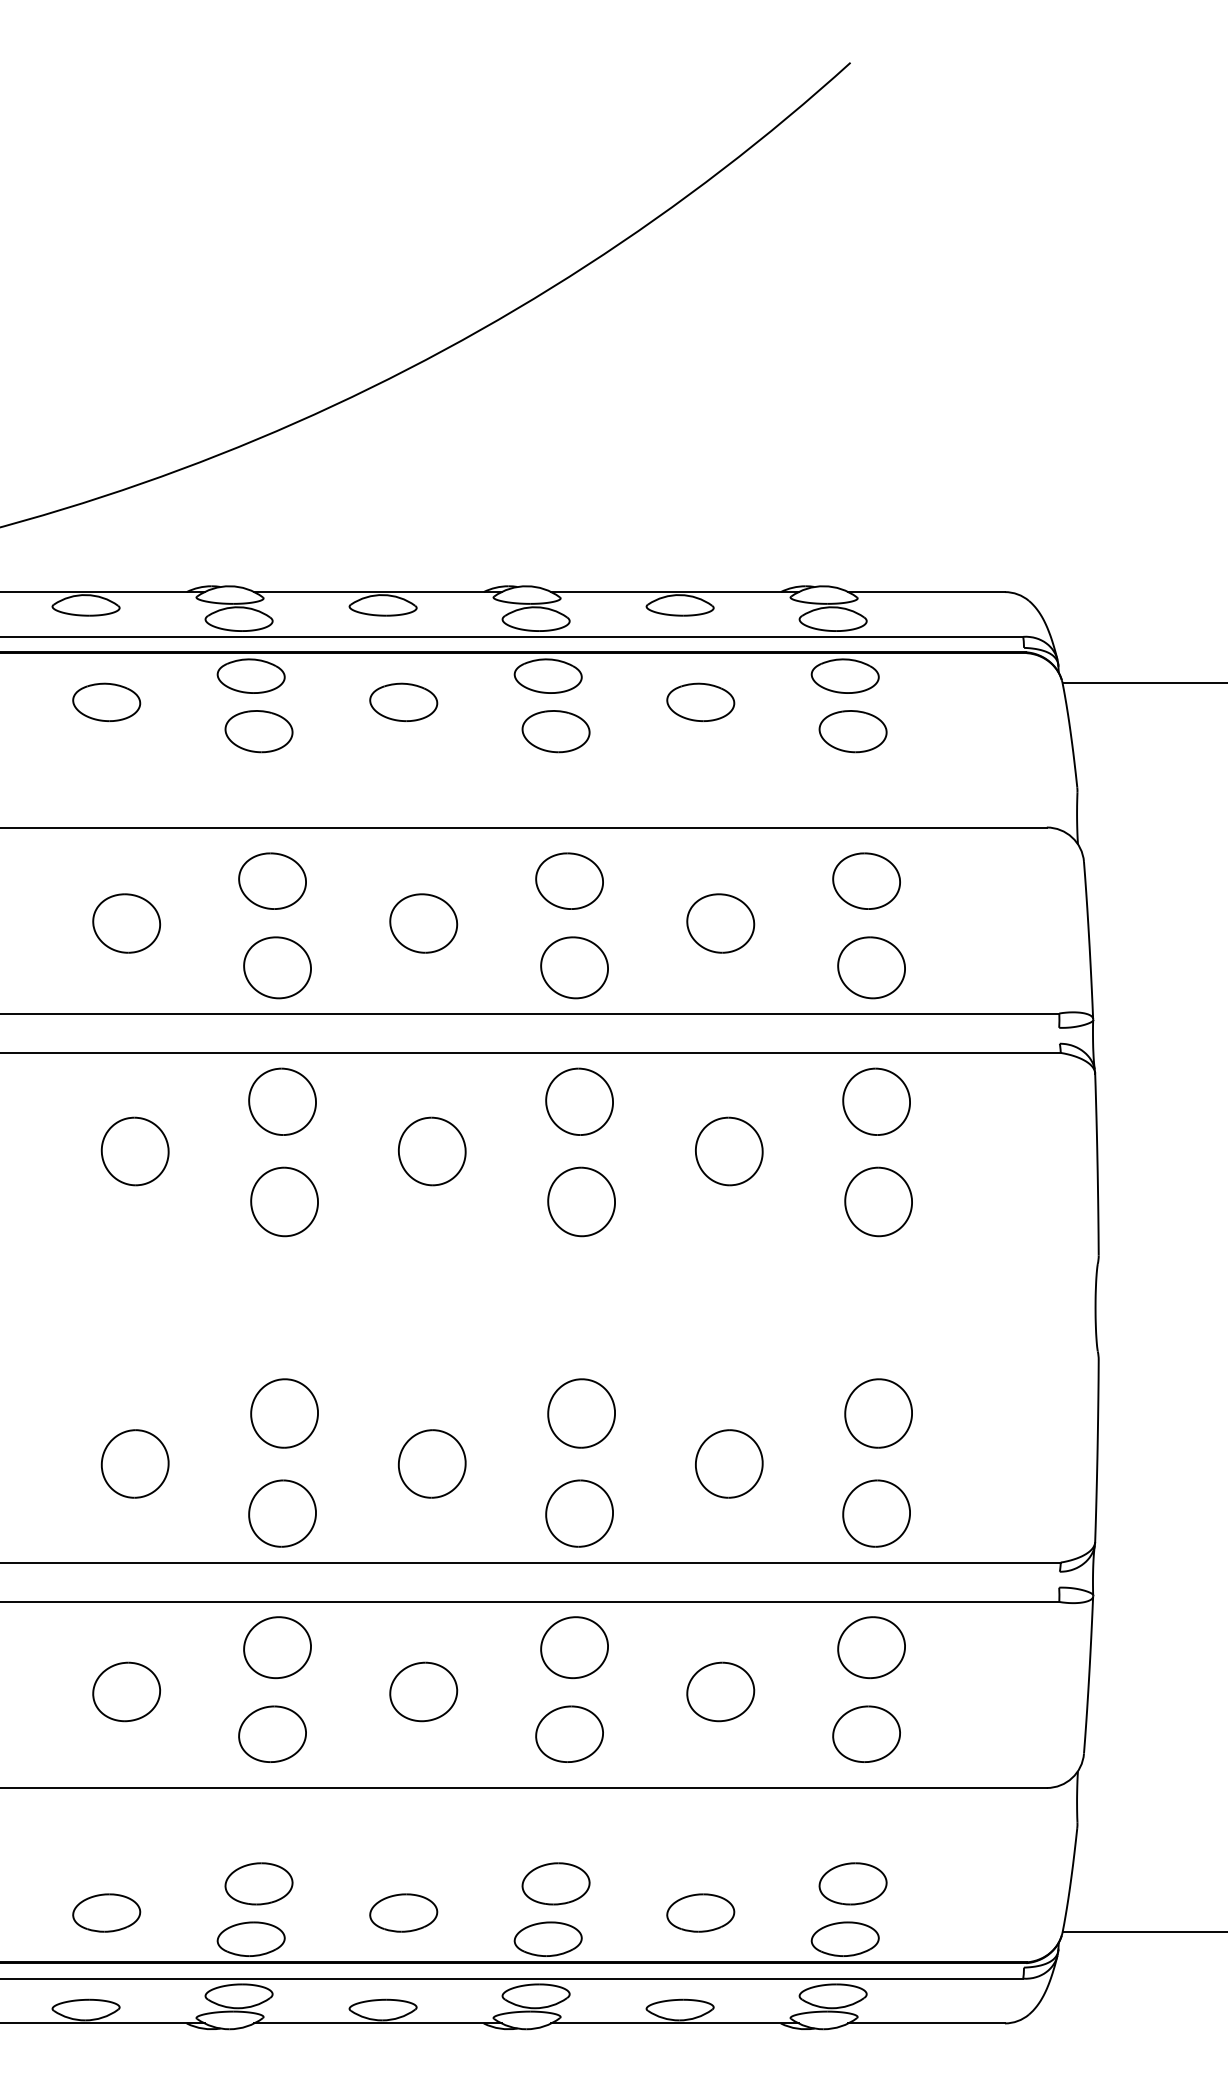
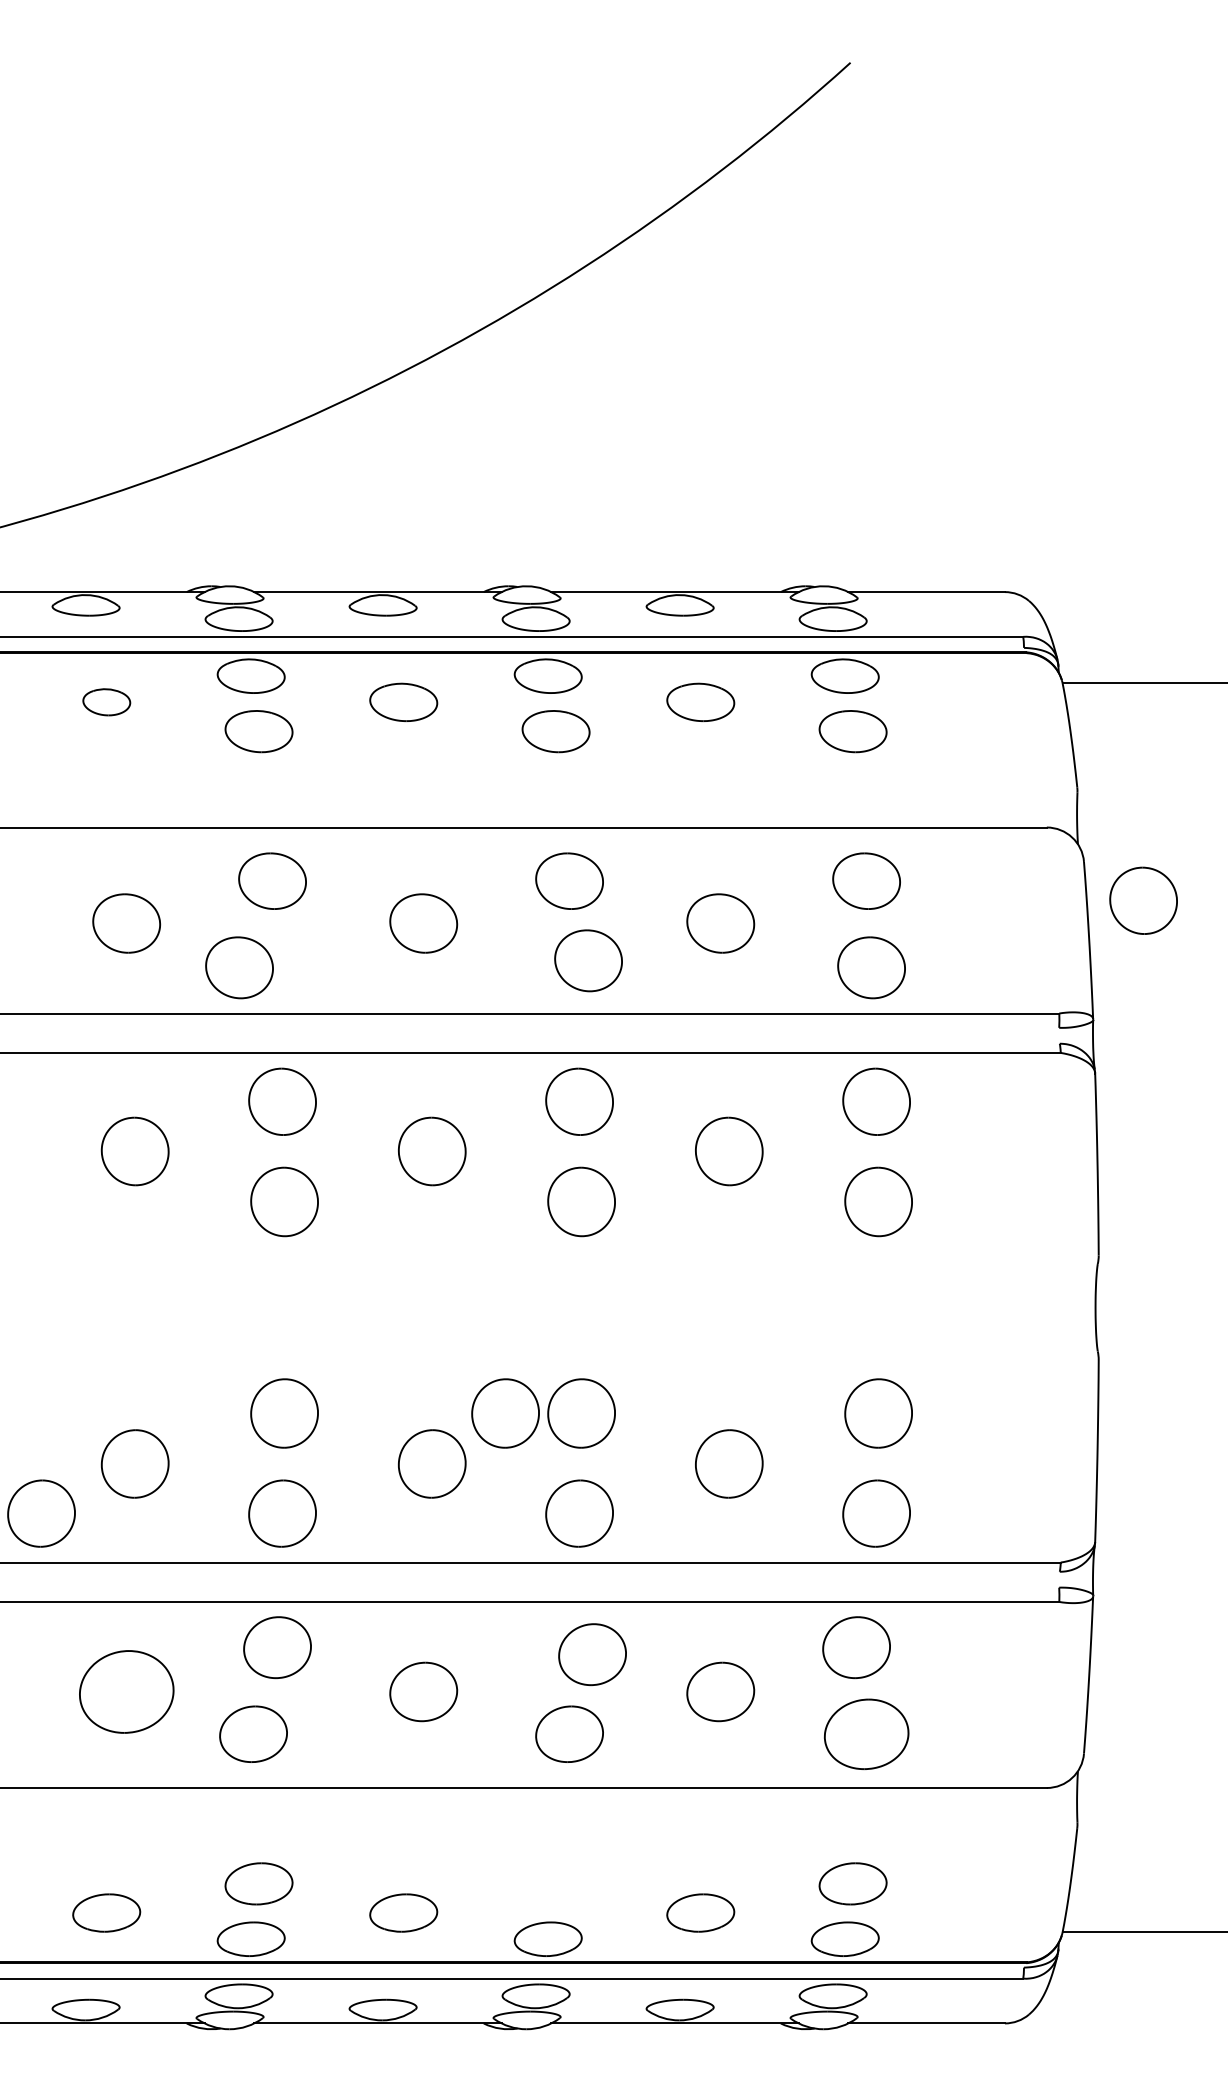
part at (106, 701) size: 70x40 px -> 50x29 px
part at (1143, 900): none -> present
part at (277, 967) position: (277, 967) -> (239, 967)
part at (574, 967) position: (574, 967) -> (588, 960)
part at (505, 1413): none -> present
part at (41, 1513): none -> present
part at (574, 1647) position: (574, 1647) -> (592, 1654)
part at (871, 1647) position: (871, 1647) -> (856, 1647)
part at (126, 1691) size: 69x62 px -> 96x84 px
part at (272, 1733) position: (272, 1733) -> (253, 1733)
part at (866, 1733) size: 69x58 px -> 86x72 px
part at (555, 1883): present -> none
